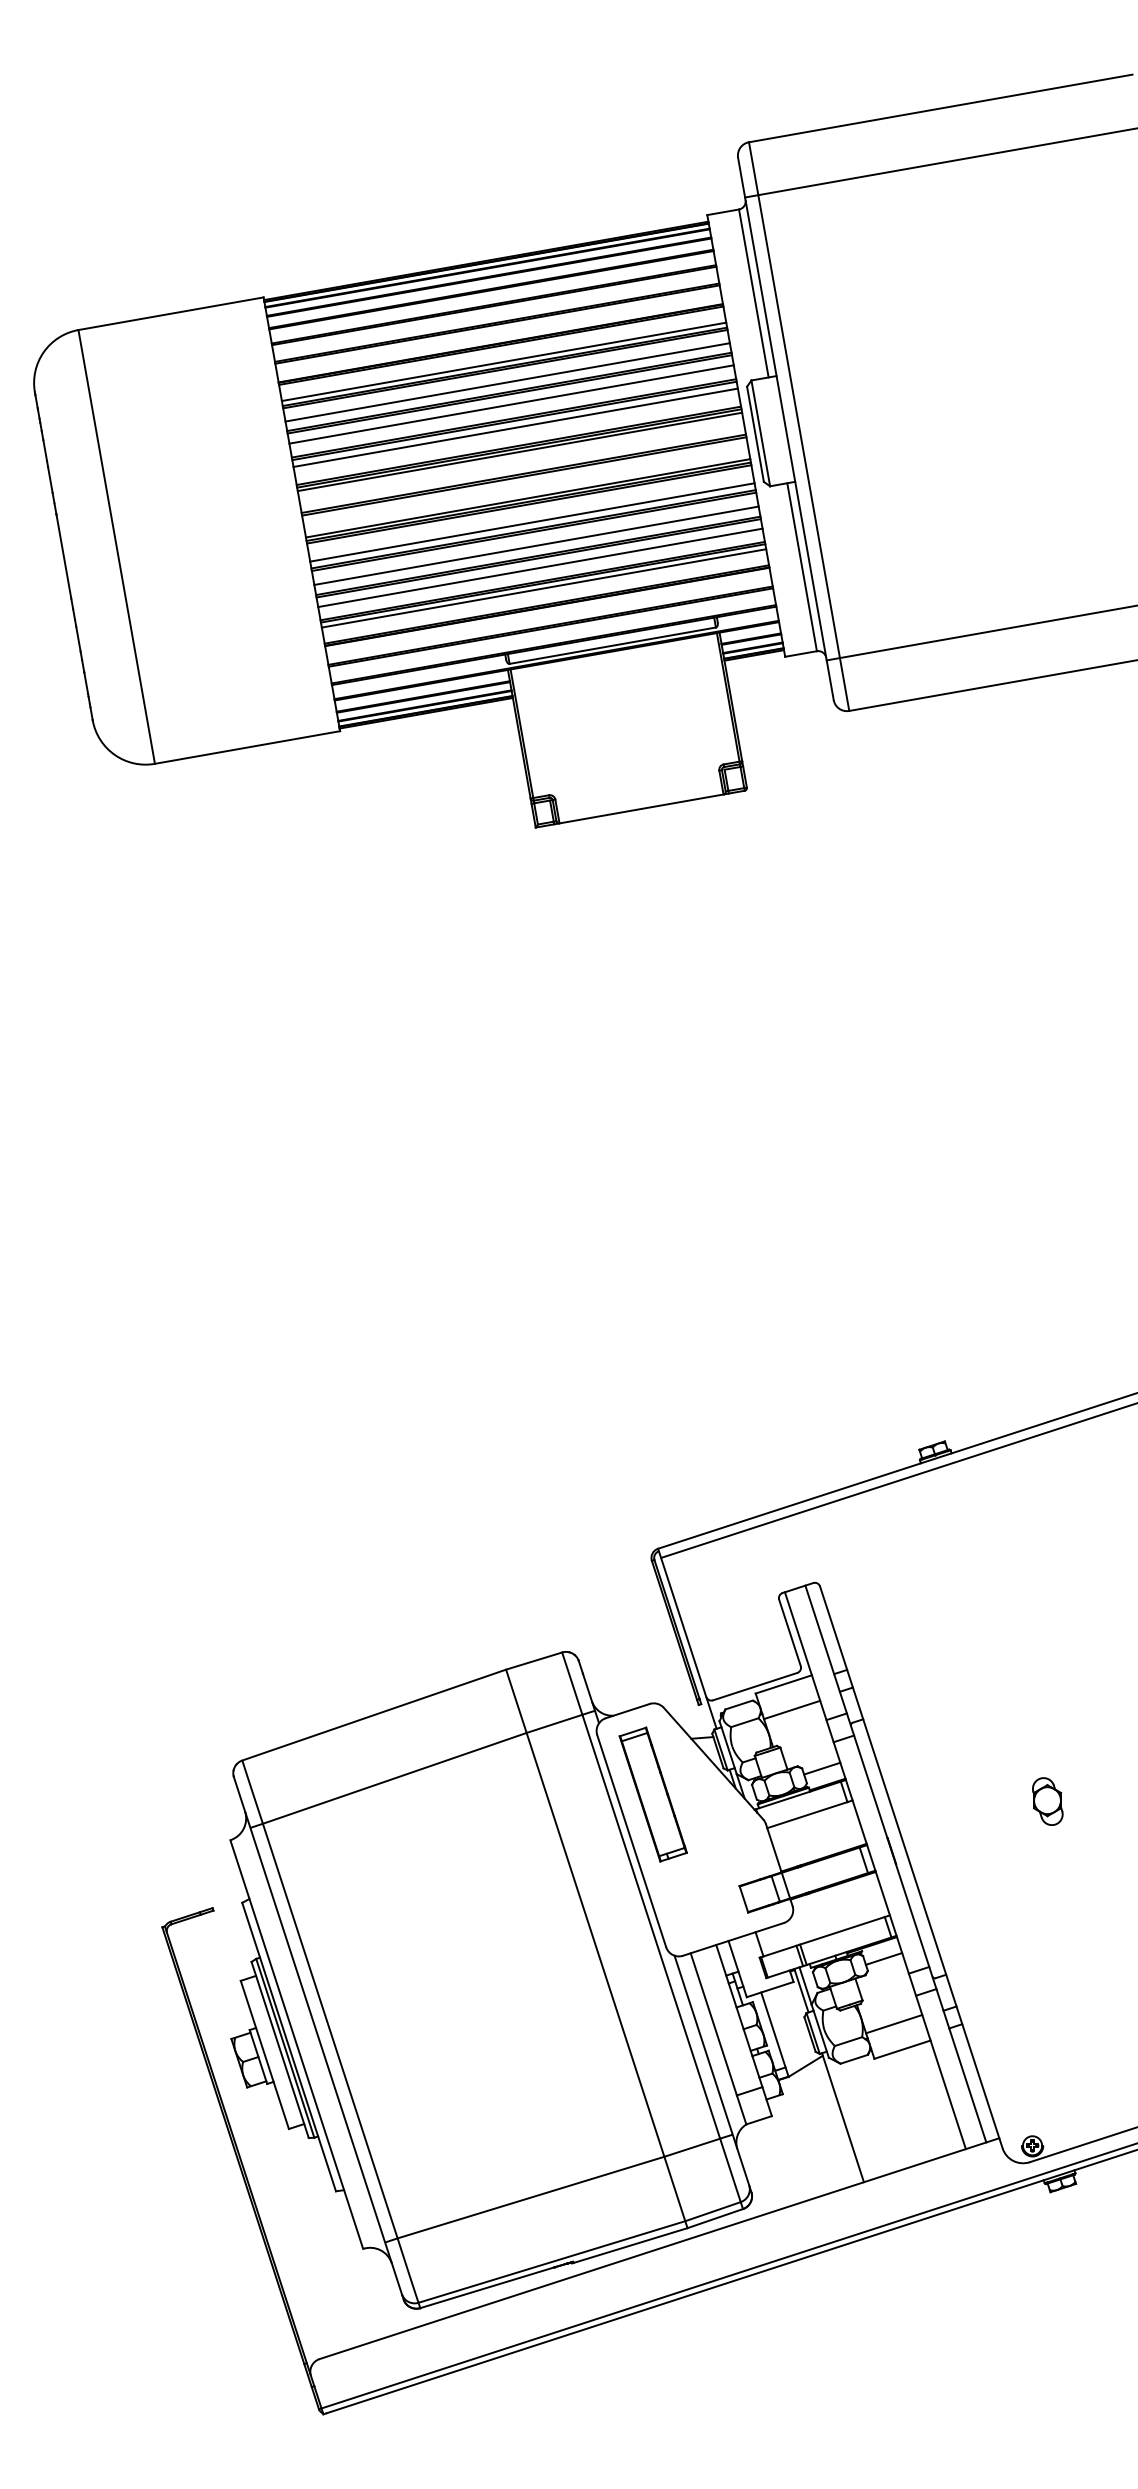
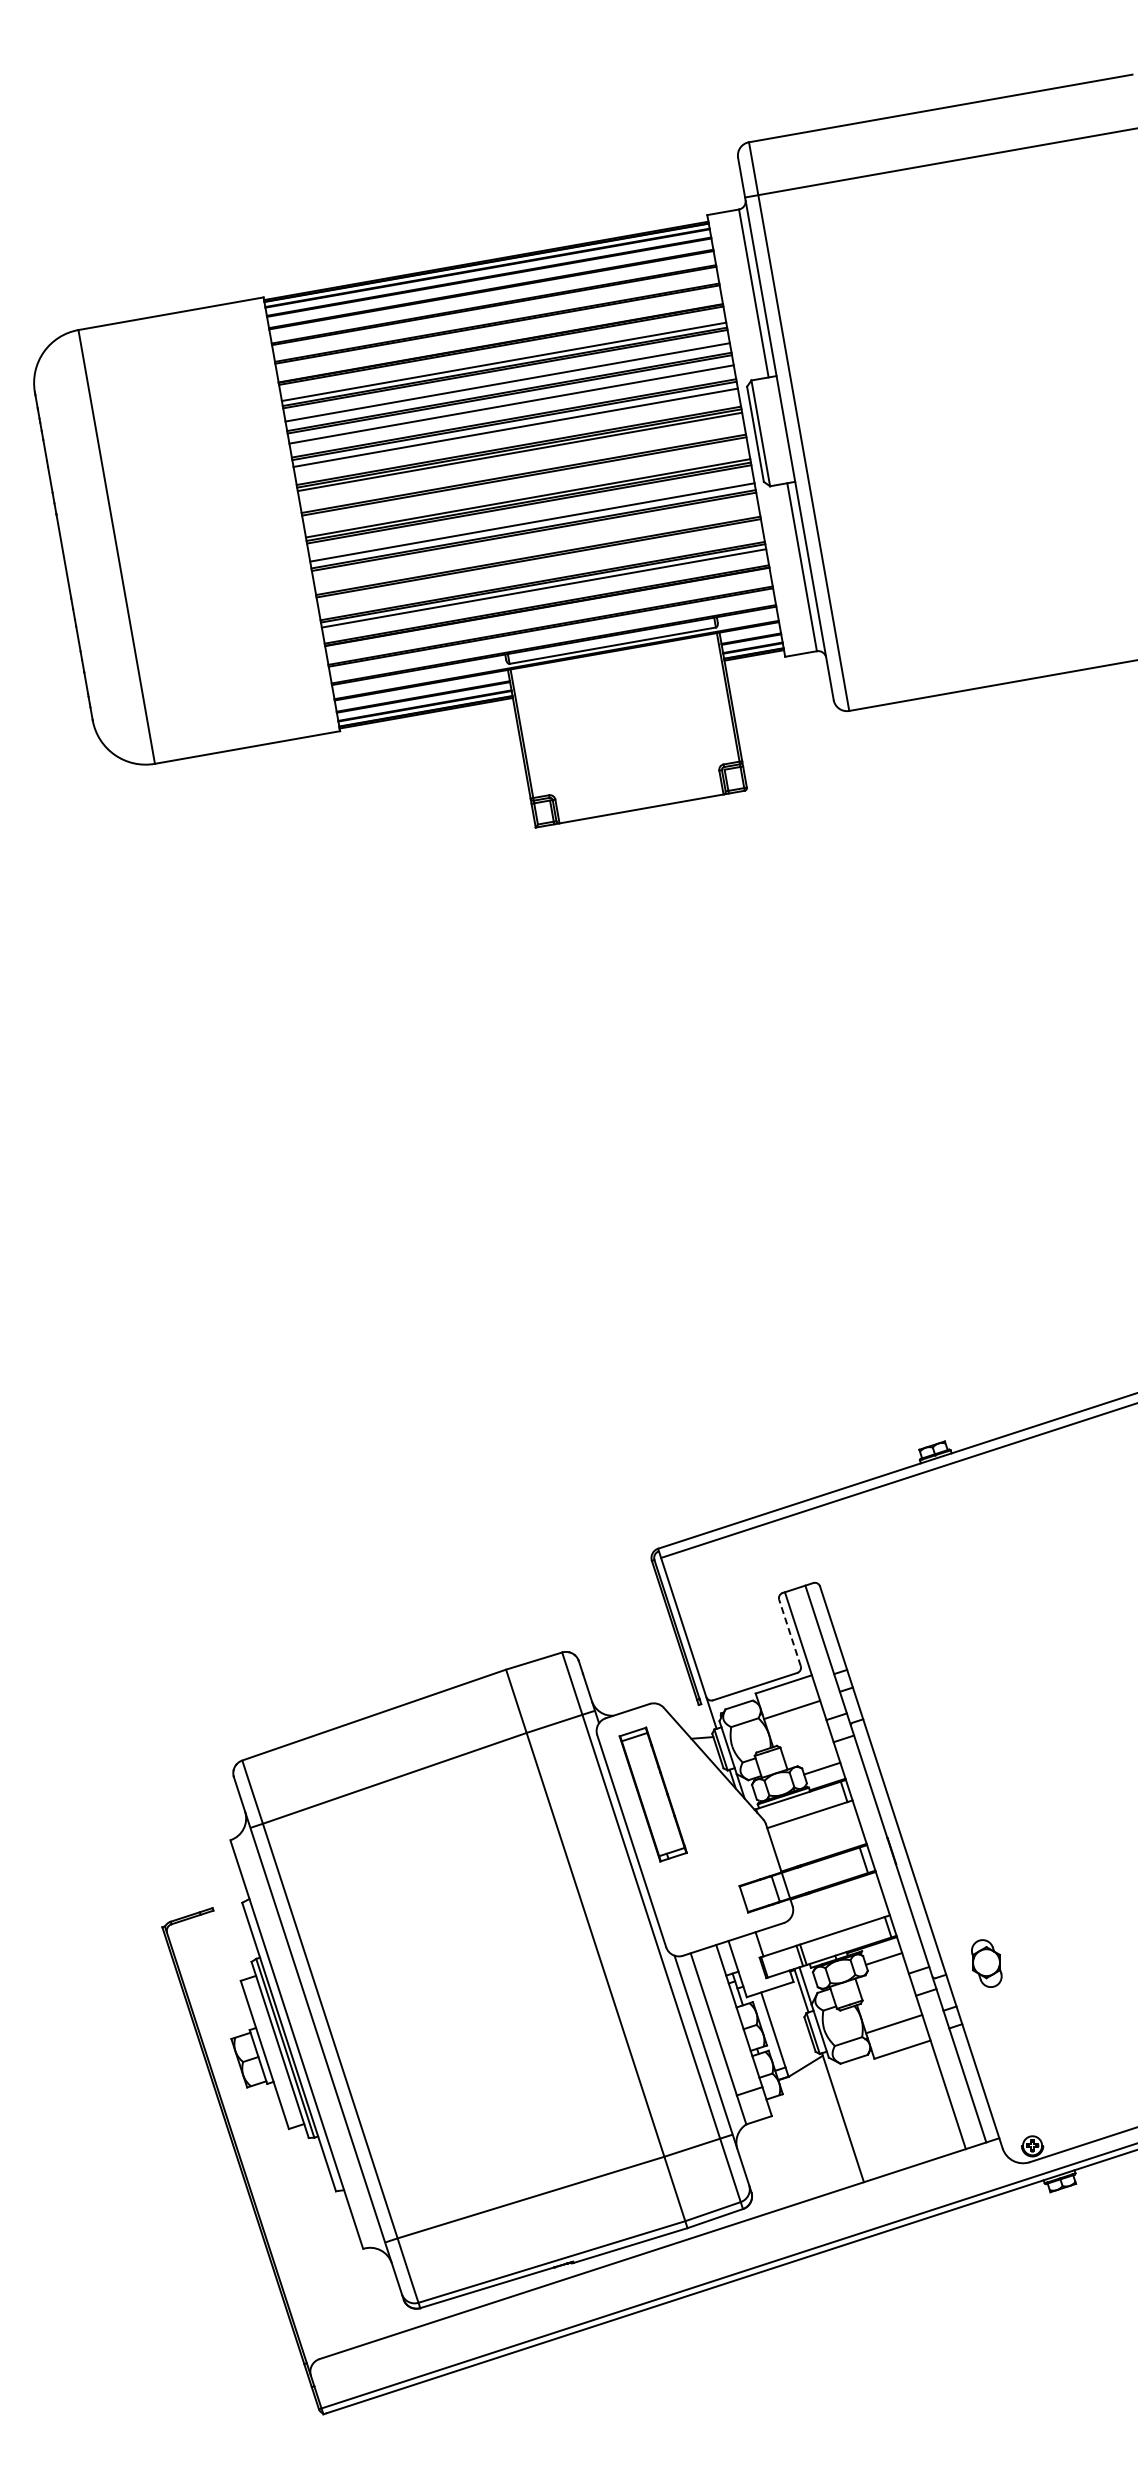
line at (536, 545): present -> none
line at (540, 567): present -> none
line at (980, 633): present -> none
line at (789, 1632): solid -> dashed
part at (1047, 1801) position: (1047, 1801) -> (986, 1963)
